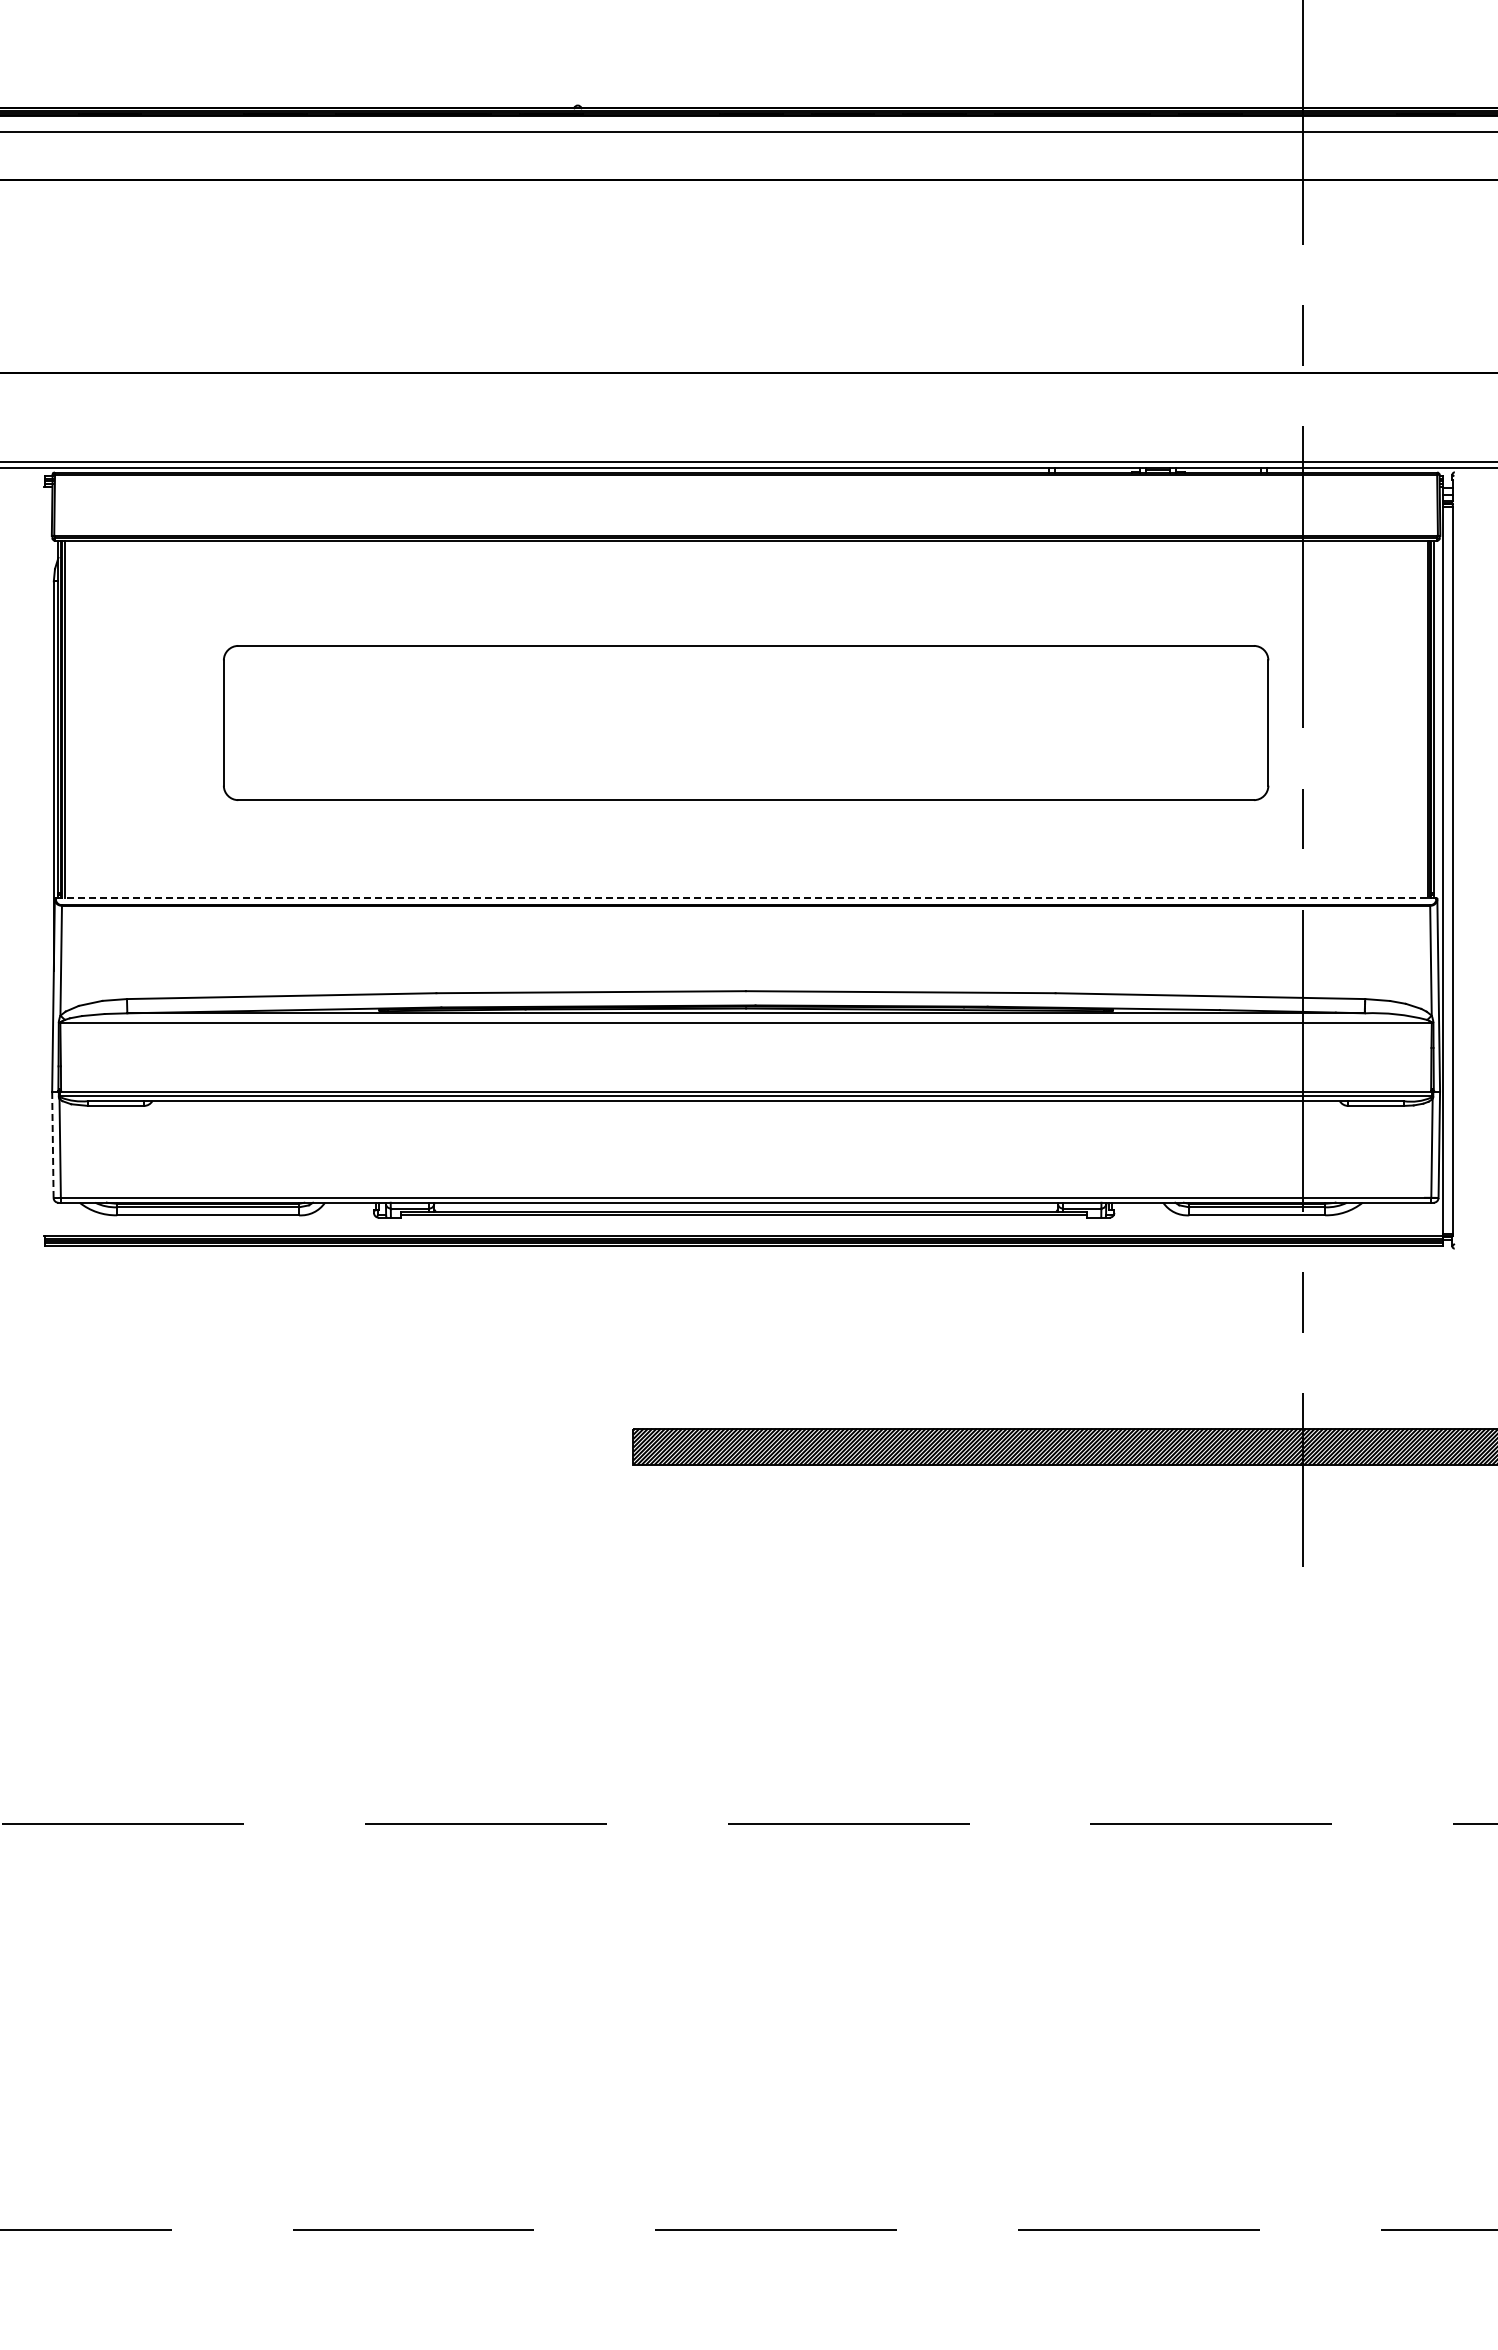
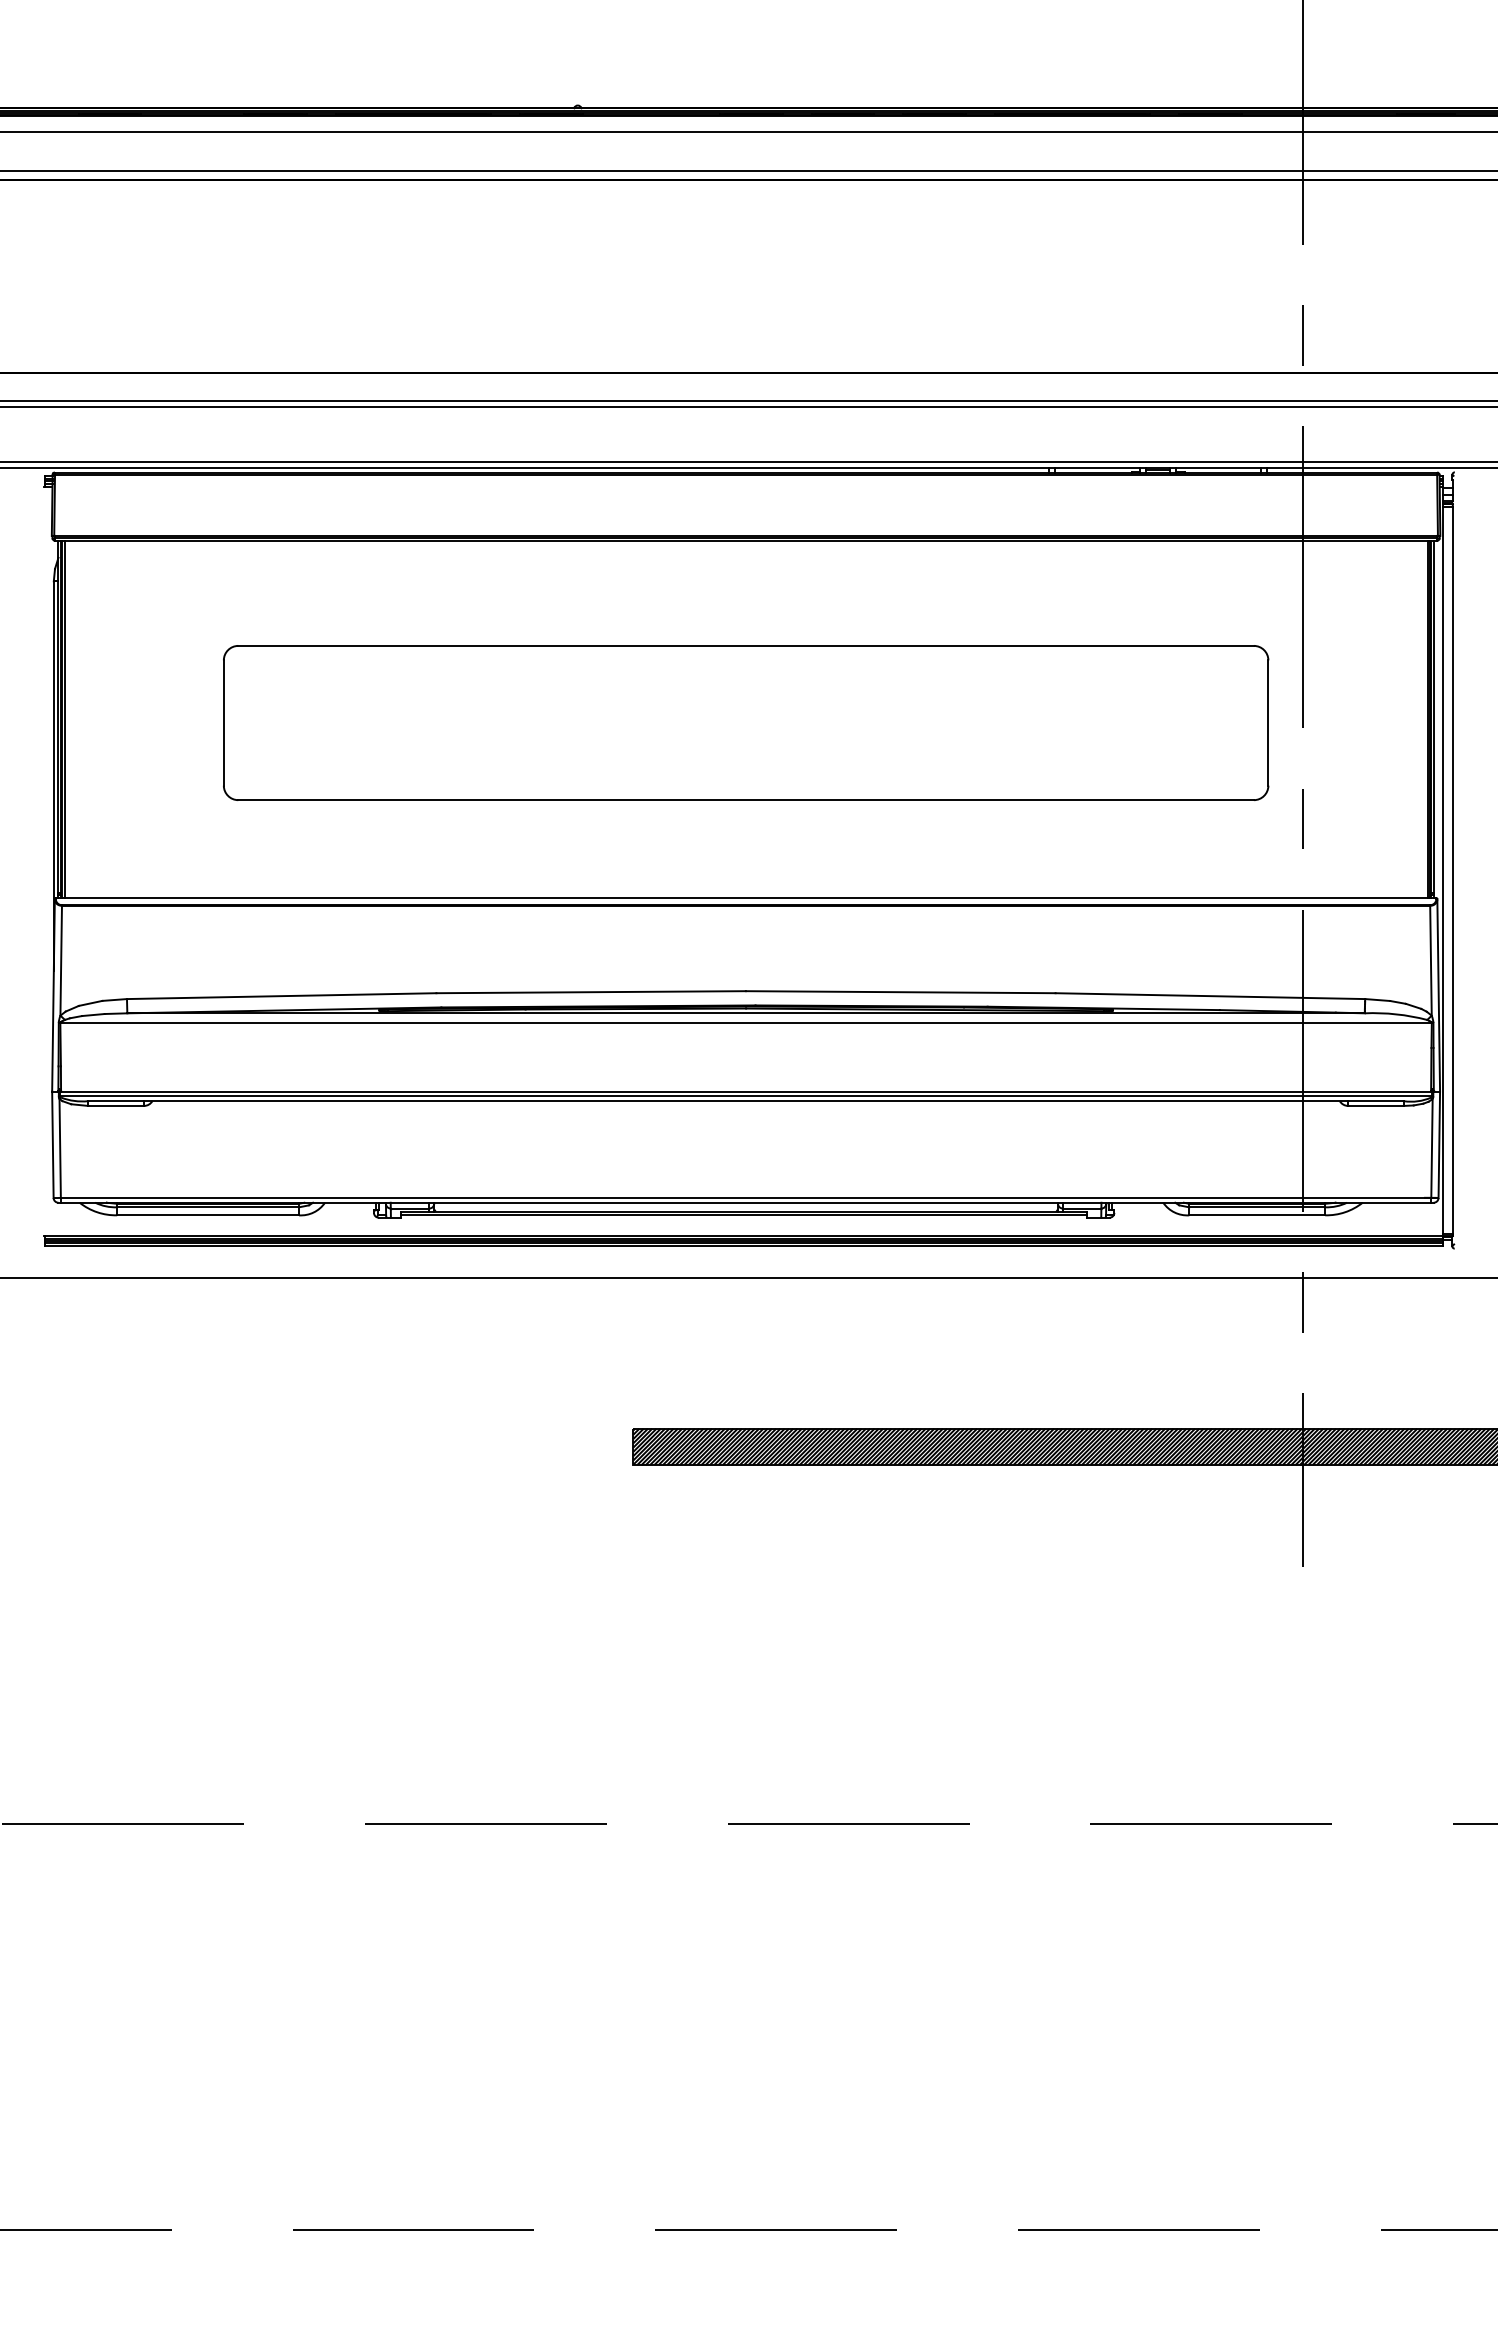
line at (748, 171): none -> present
line at (748, 401): none -> present
line at (748, 406): none -> present
line at (746, 898): dashed -> solid
line at (52, 1144): dashed -> solid
line at (748, 1277): none -> present
